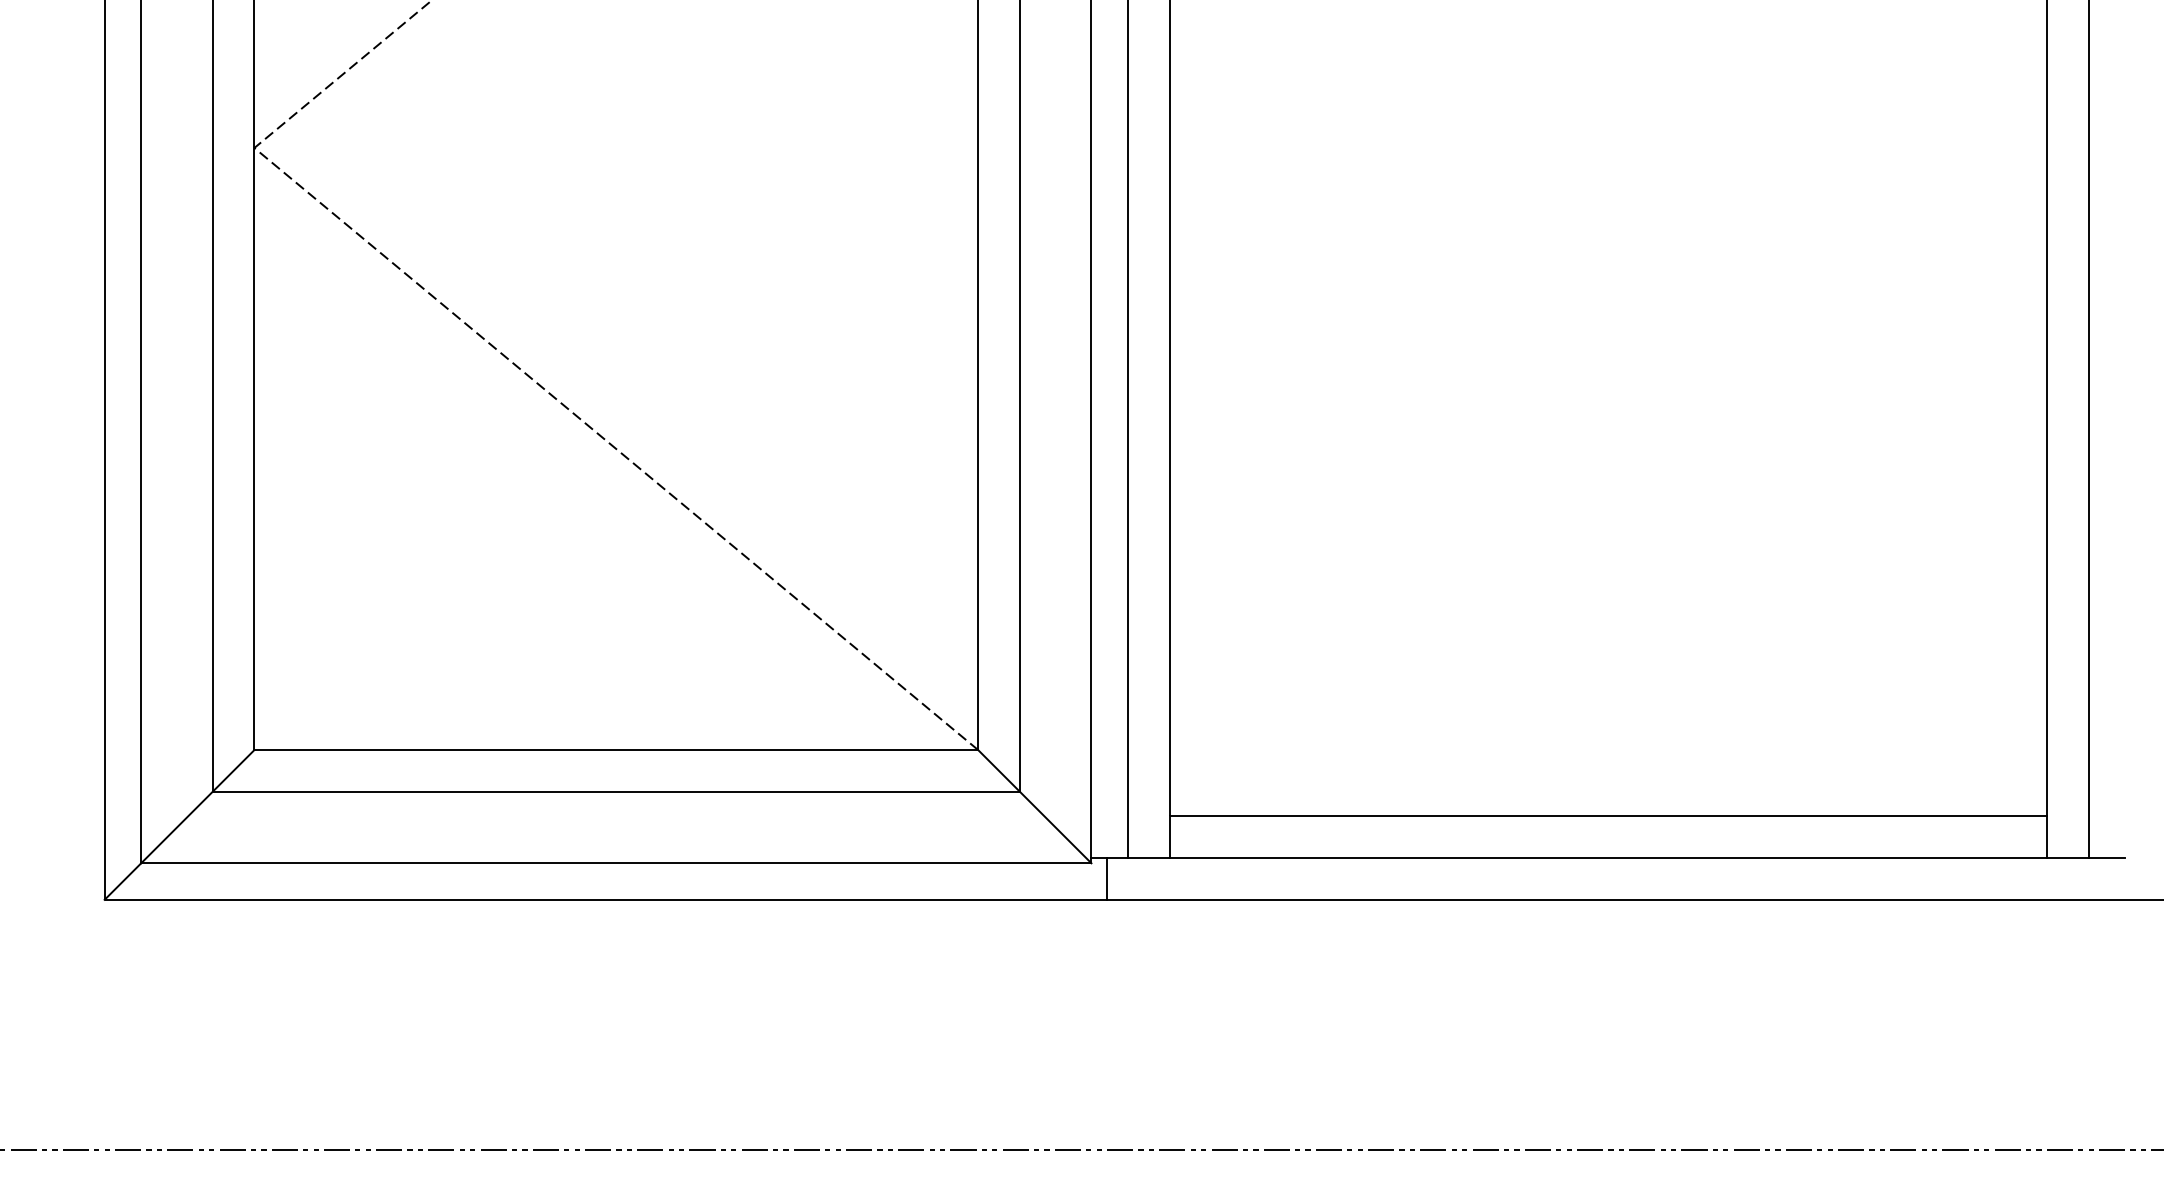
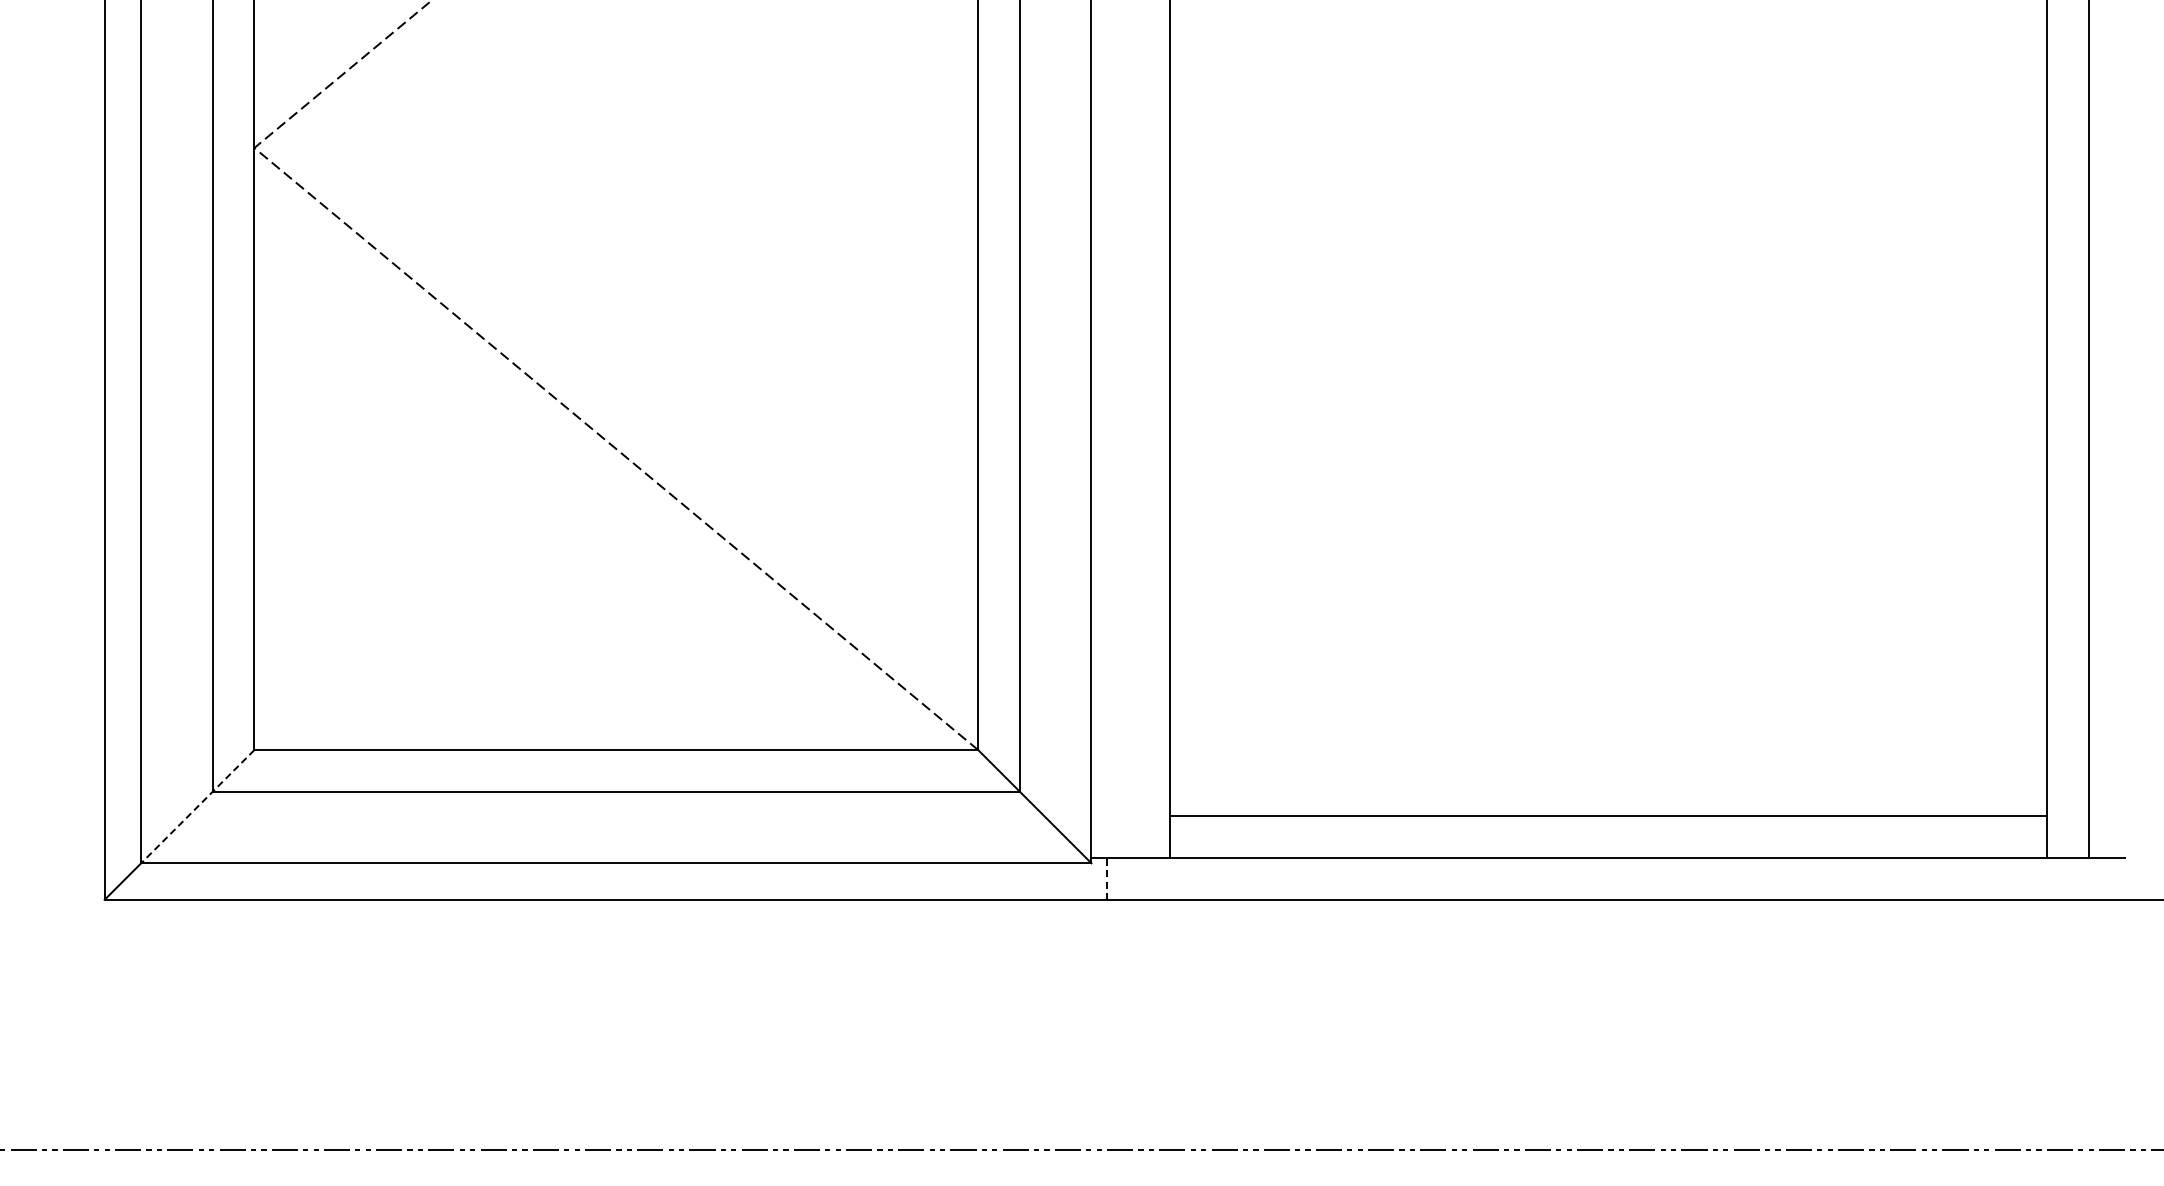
line at (1127, 430): present -> none
line at (197, 807): solid -> dashed
line at (1107, 878): solid -> dashed
